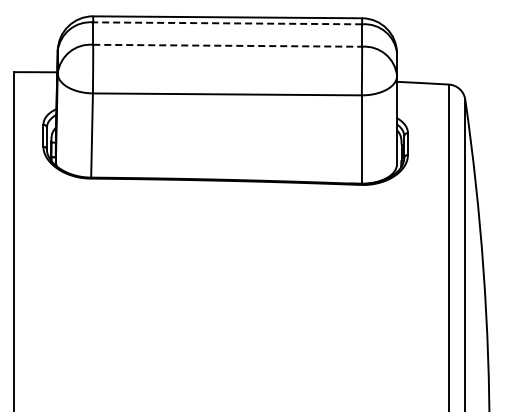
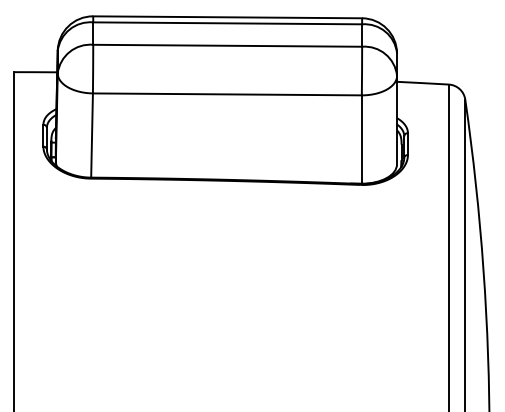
line at (227, 23): dashed -> solid
line at (228, 45): dashed -> solid
